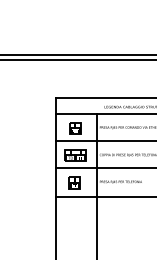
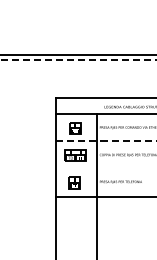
line at (78, 59): solid -> dashed
line at (106, 141): solid -> dashed
line at (104, 167): present -> none
